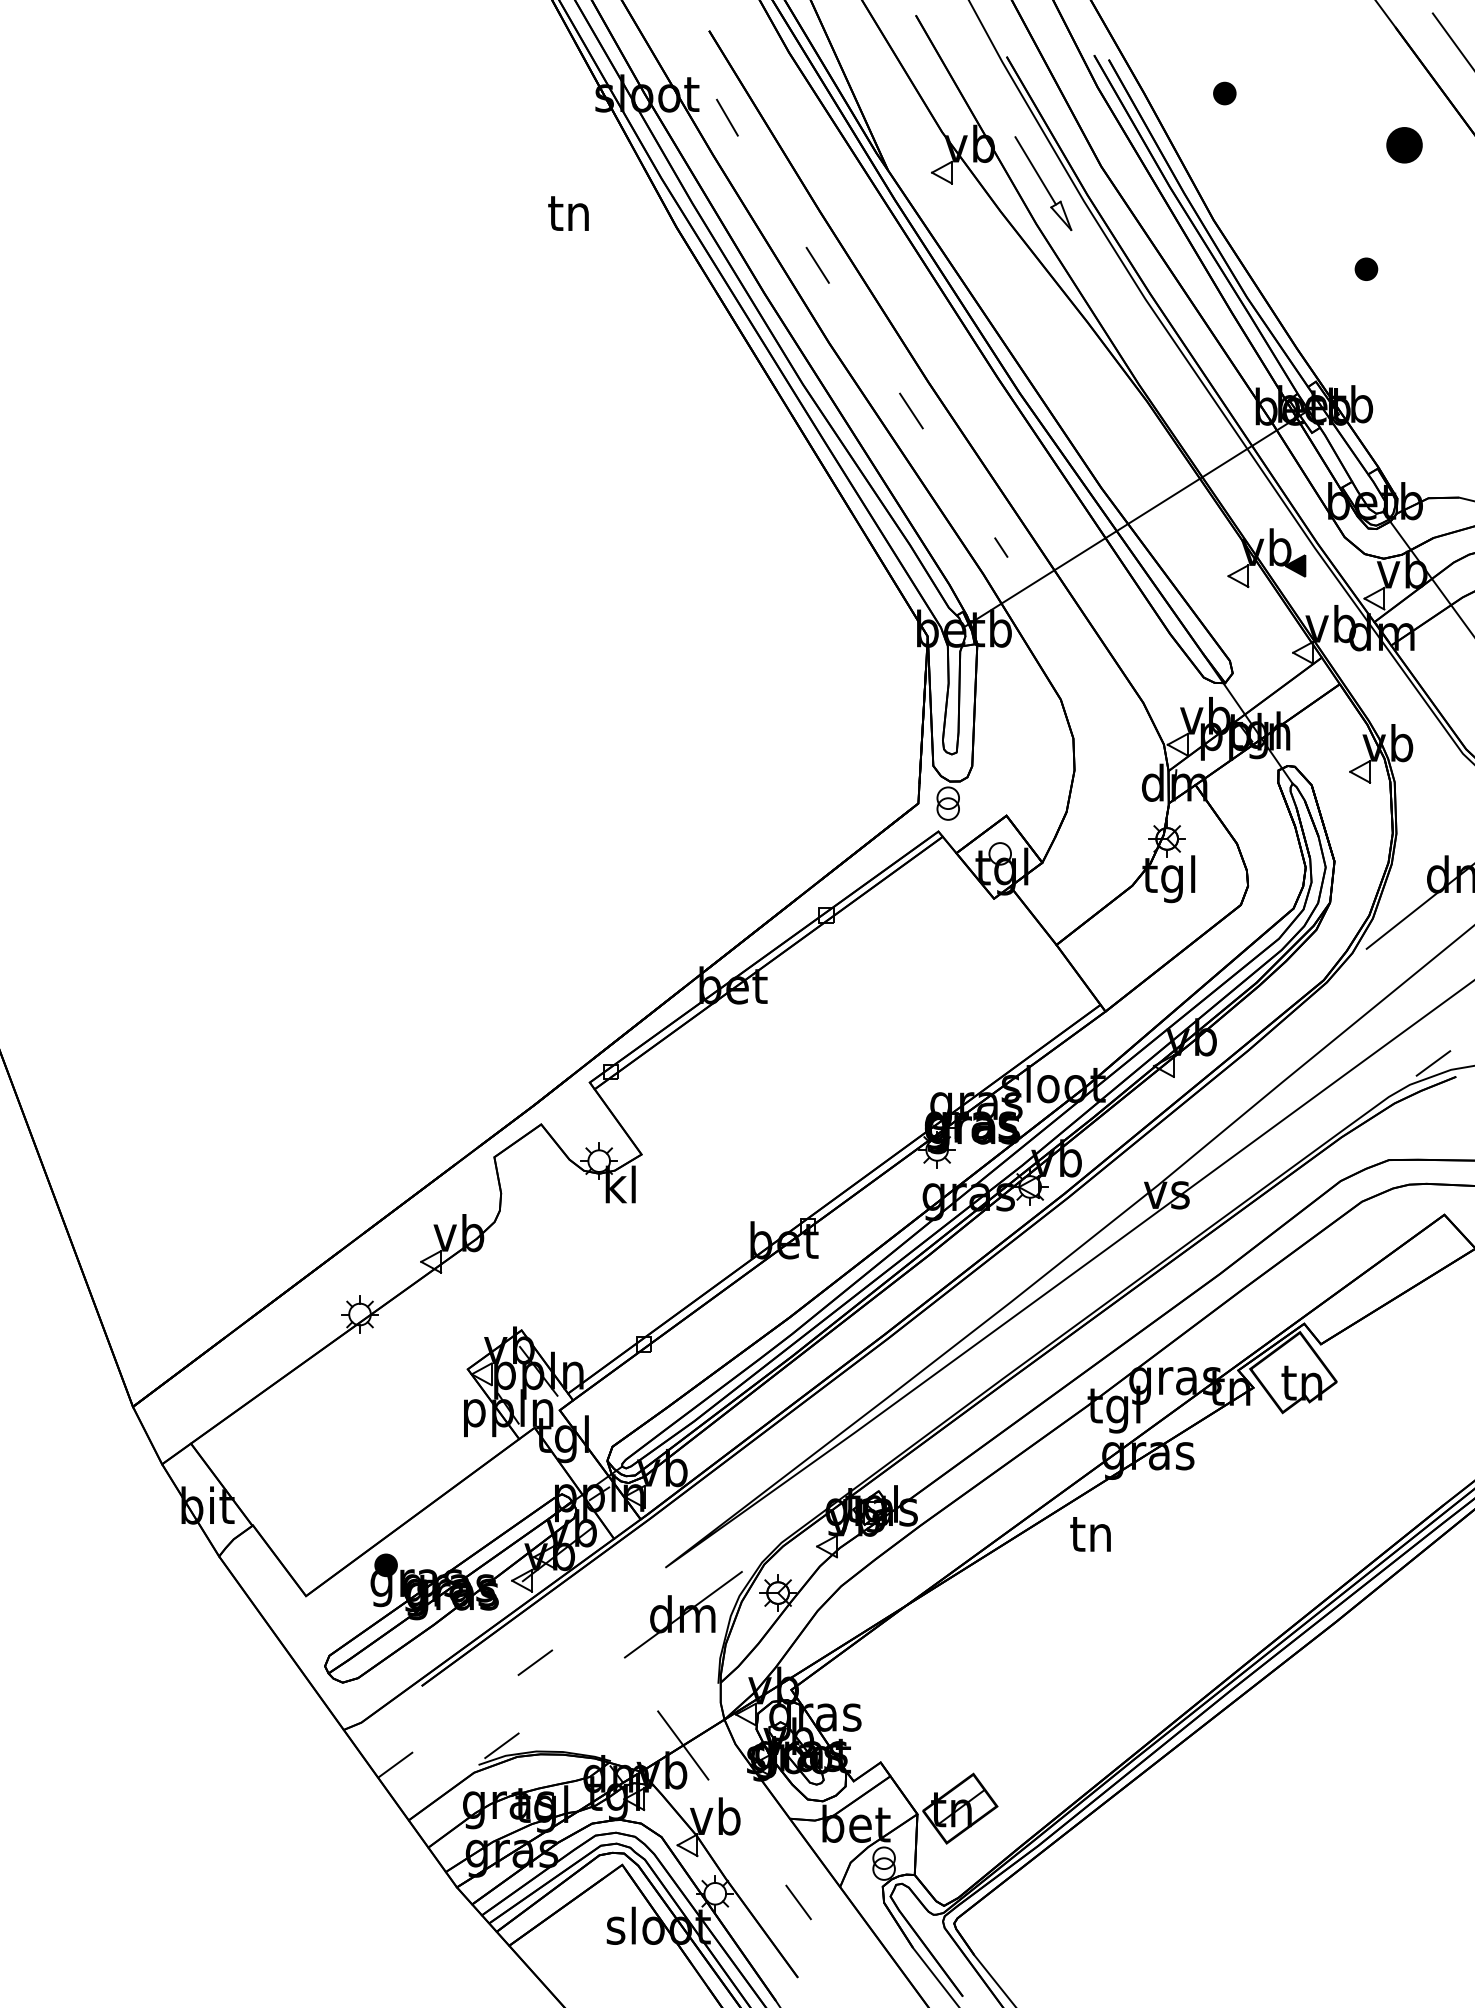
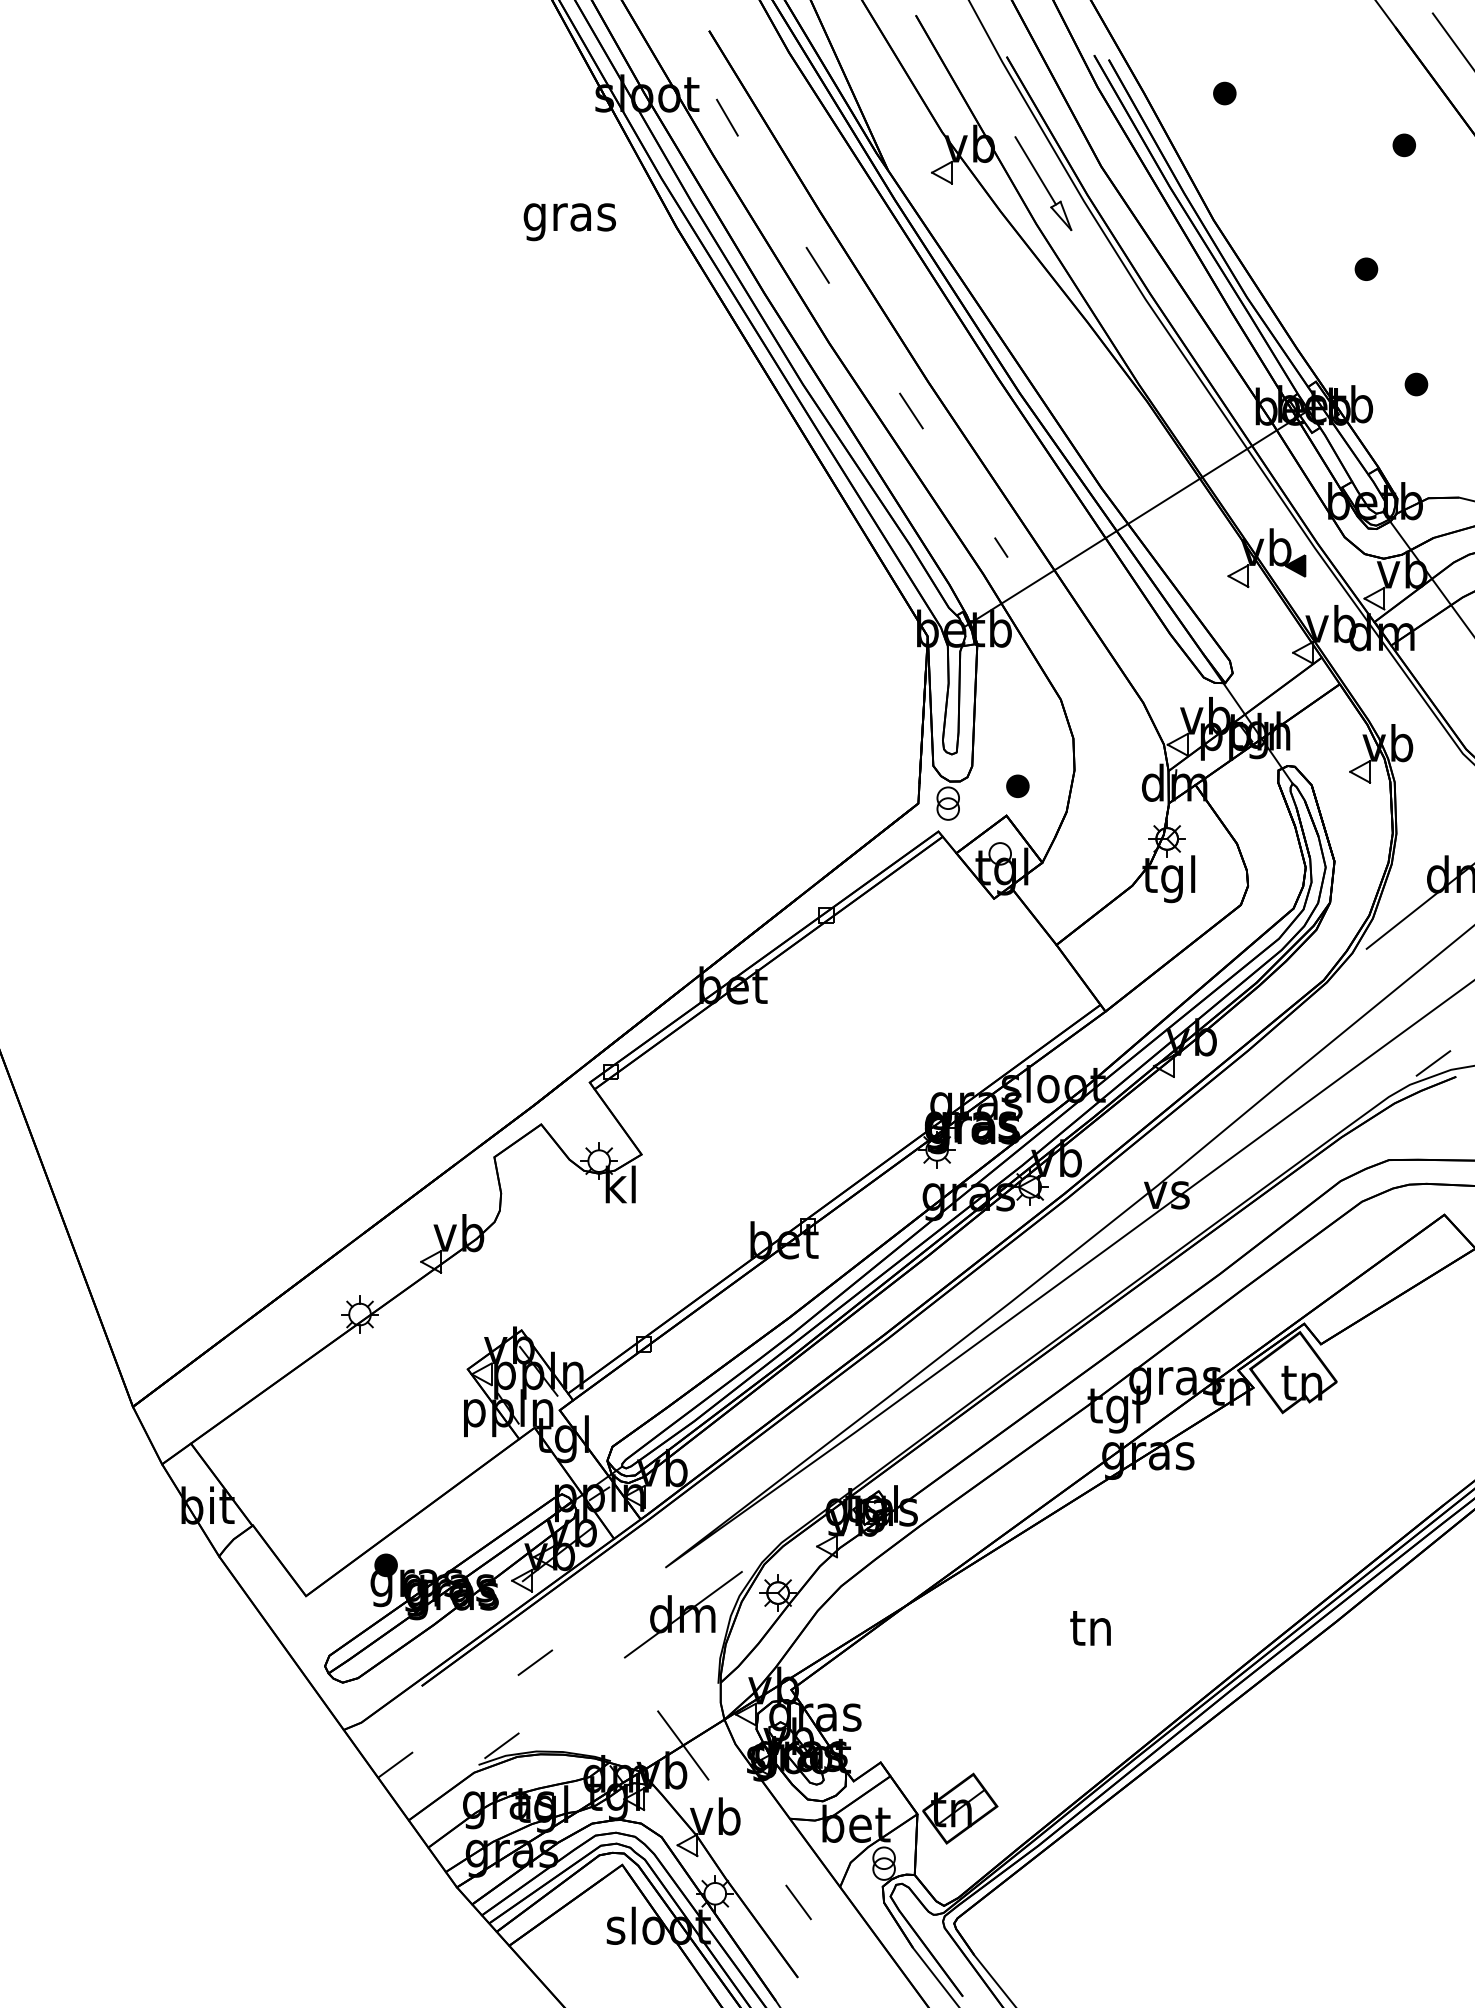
part at (1404, 145) size: 37x37 px -> 24x25 px
text at (569, 218): tn -> gras
part at (1416, 384): none -> present
part at (1017, 785): none -> present
text at (1090, 1534) position: (1090, 1534) -> (1090, 1628)
